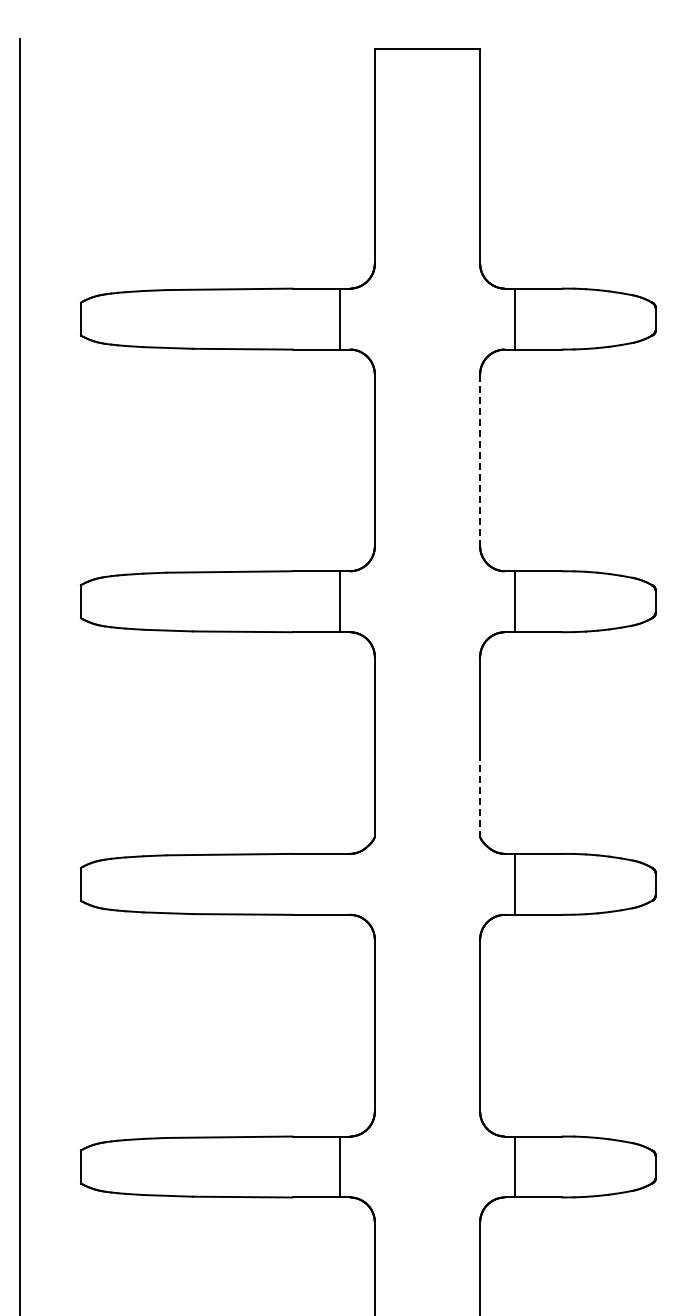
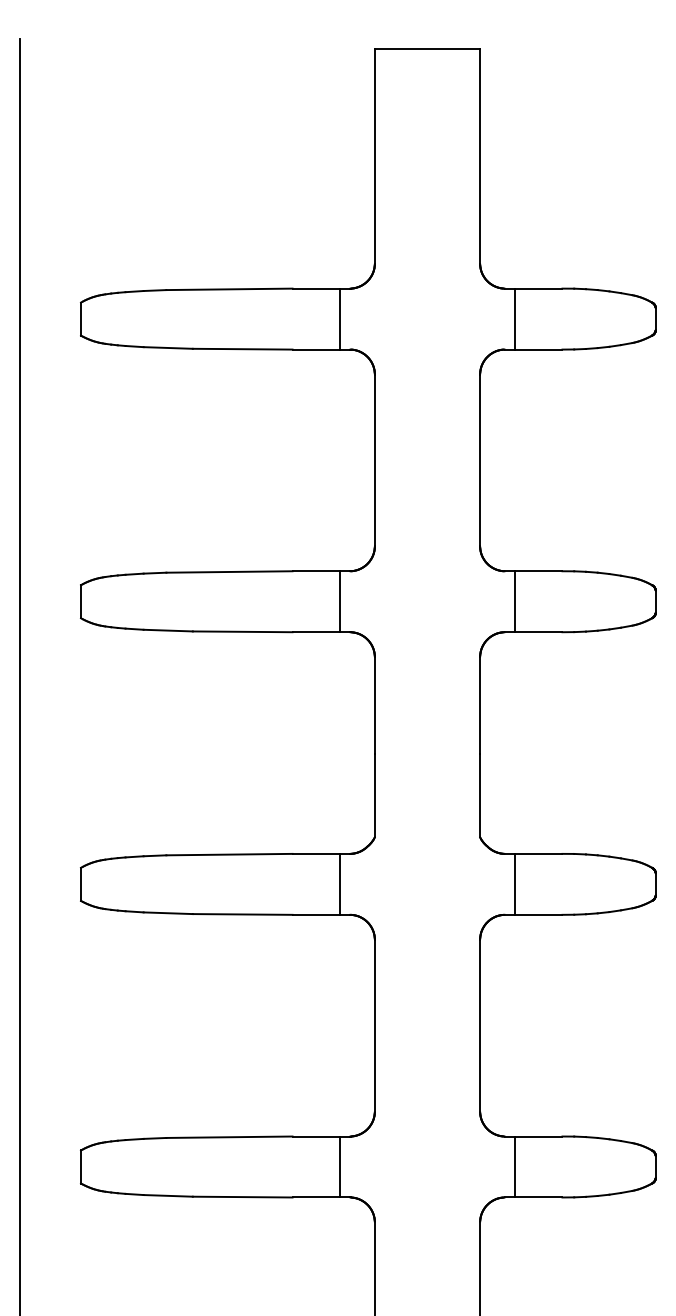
line at (480, 460): dashed -> solid
line at (480, 795): dashed -> solid
line at (340, 883): none -> present
